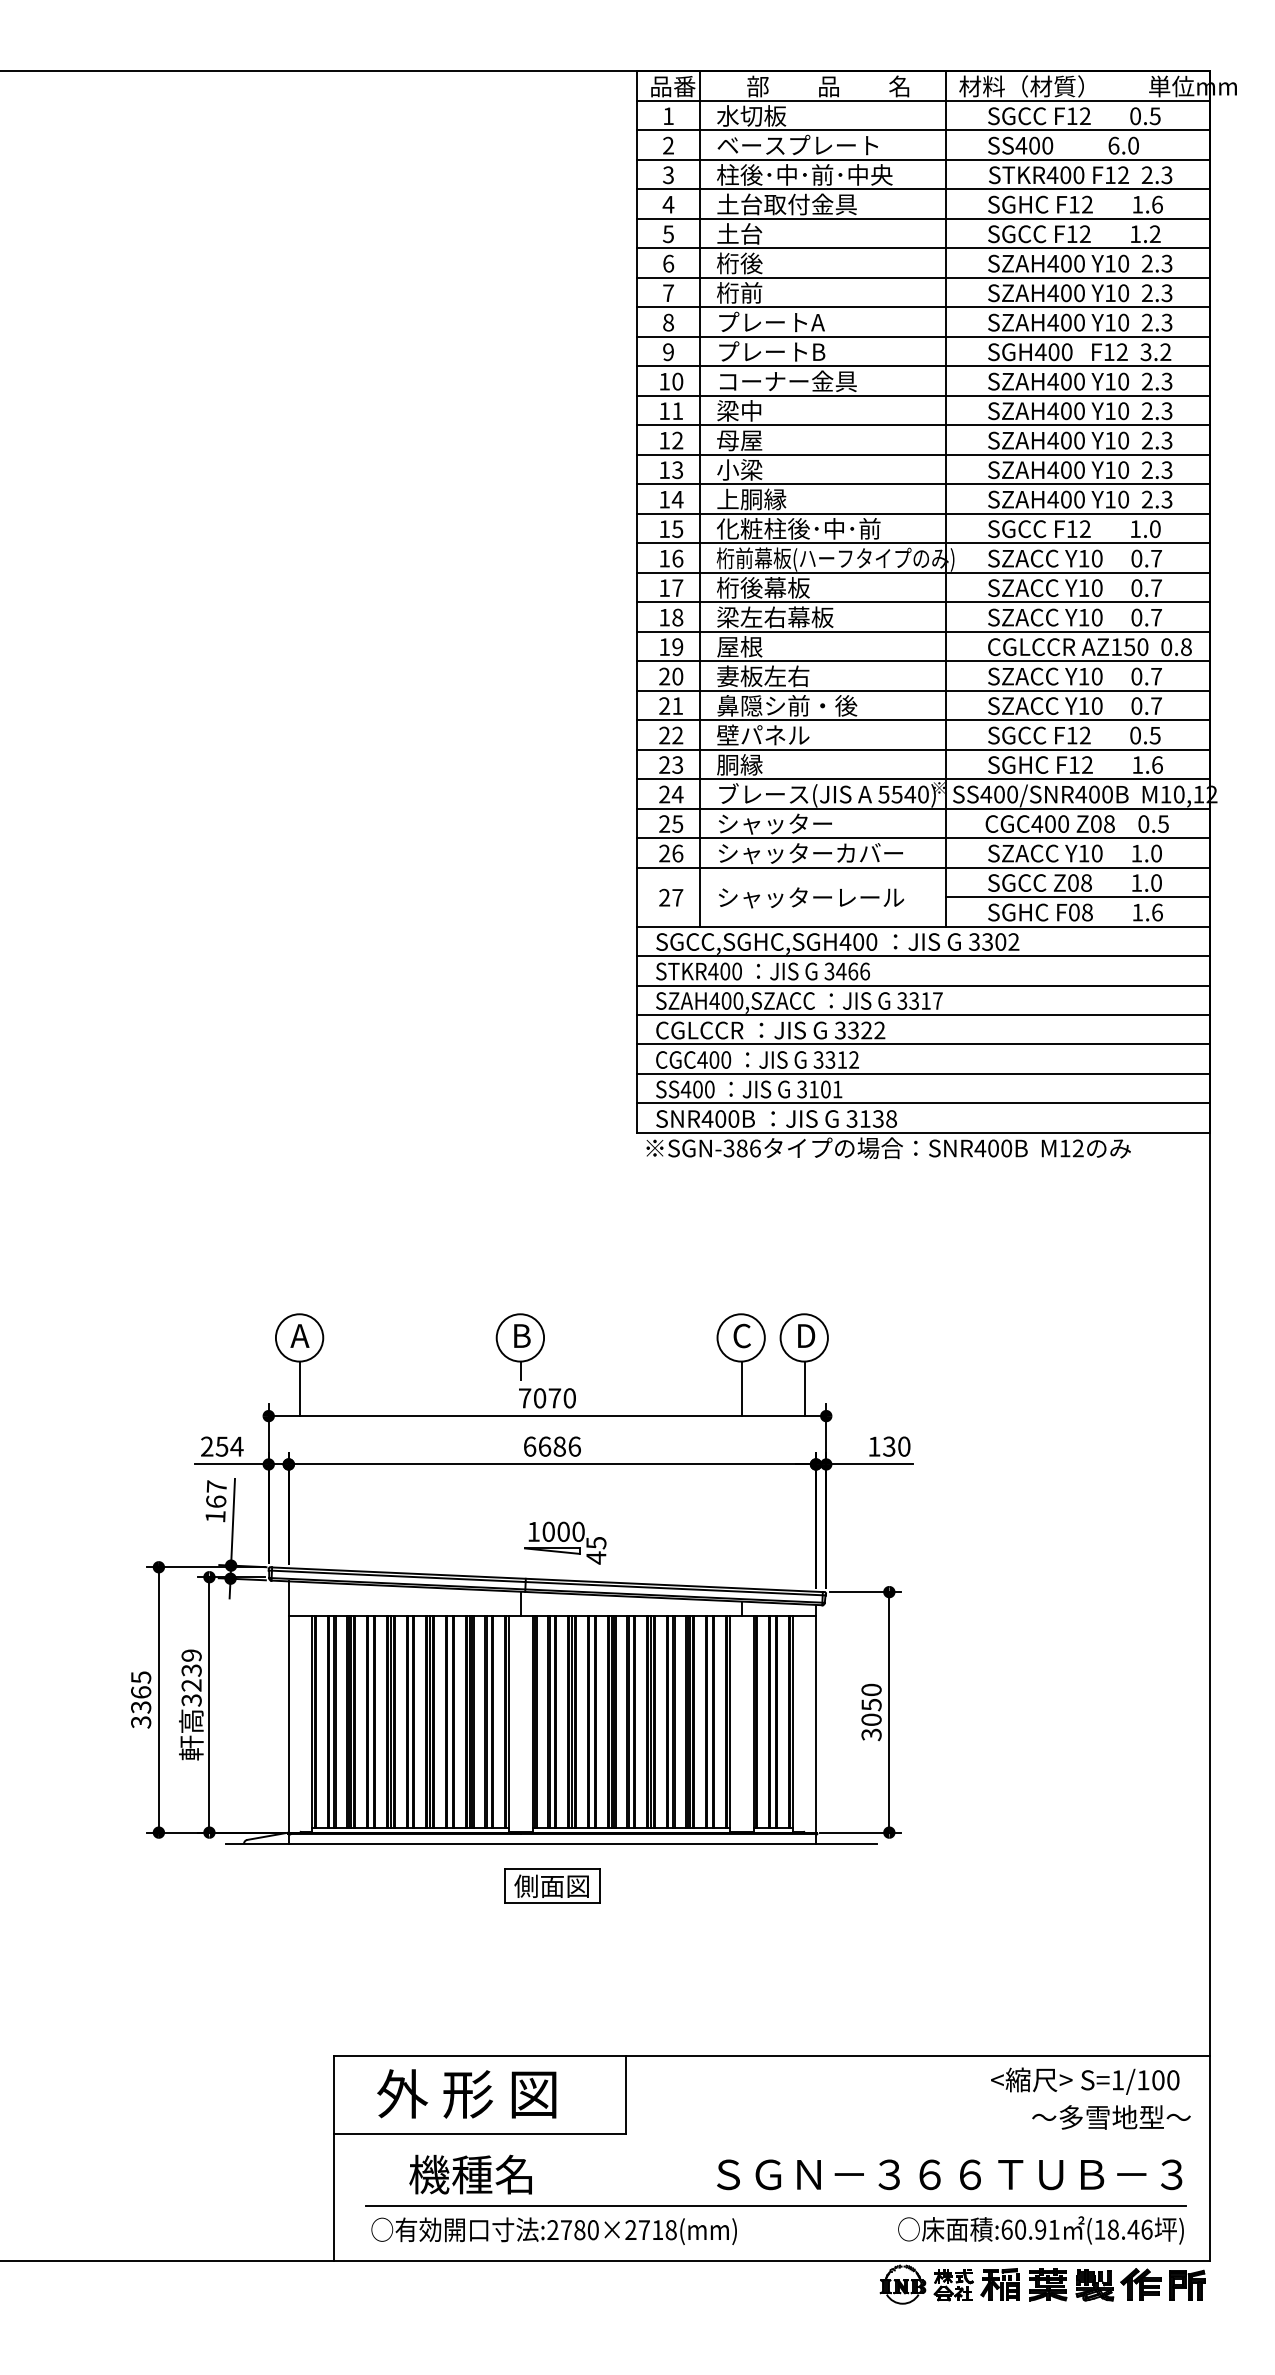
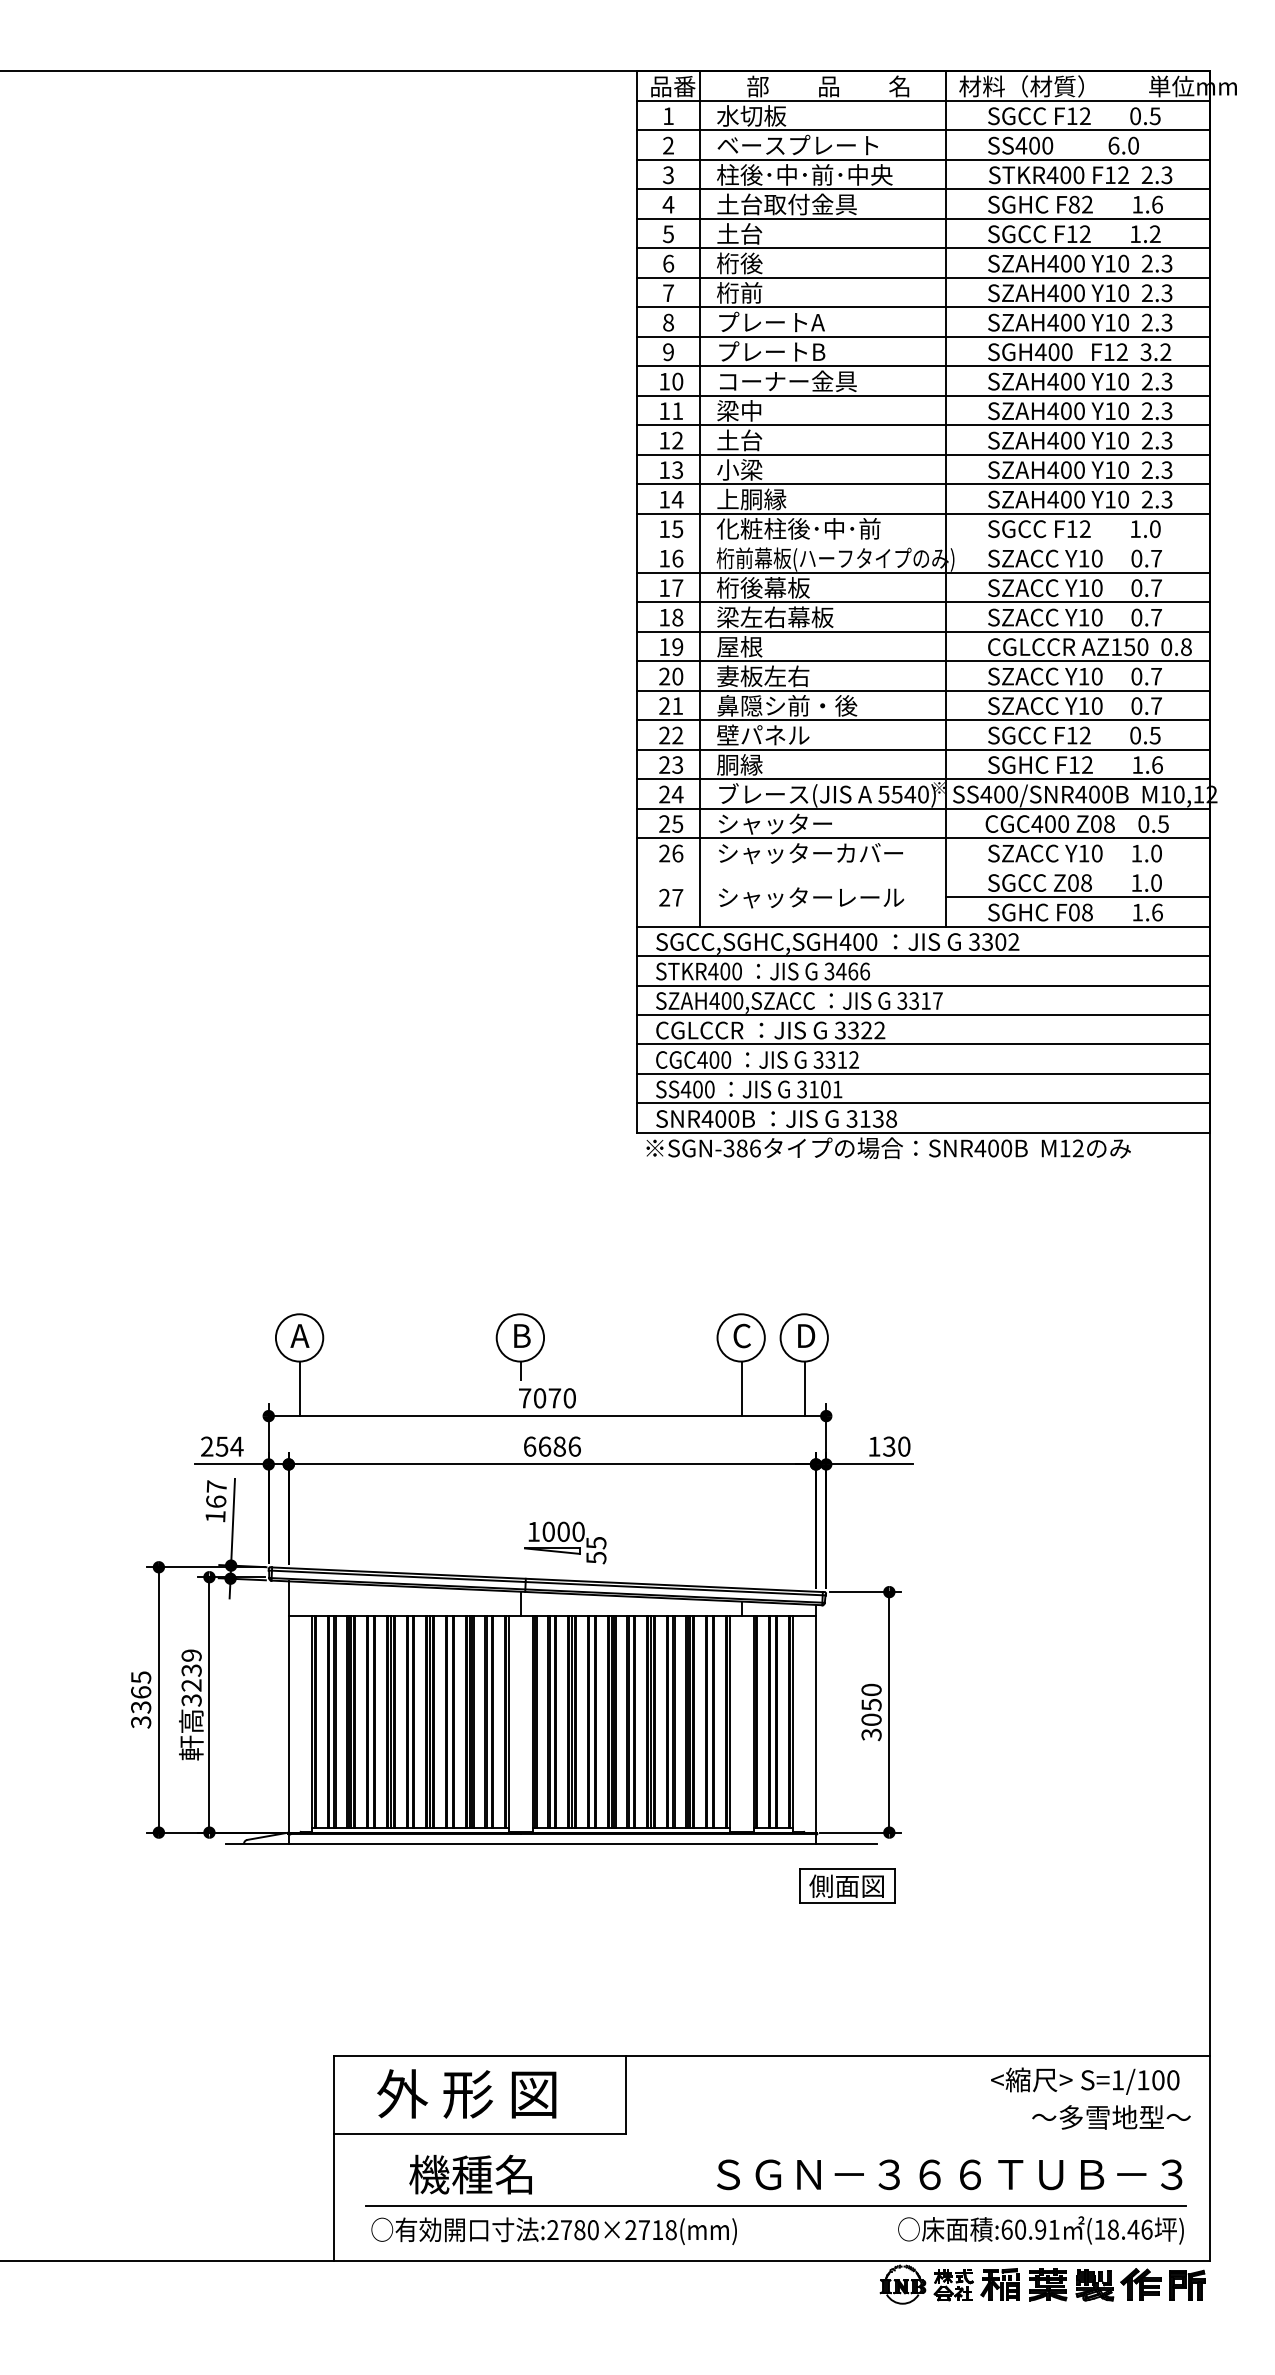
text at (1074, 204): F12 -> F82
text at (739, 440): 母屋 -> 土台
line at (923, 543): present -> none
line at (923, 867): present -> none
text at (596, 1557): 45 -> 55
part at (552, 1885) position: (552, 1885) -> (847, 1885)
